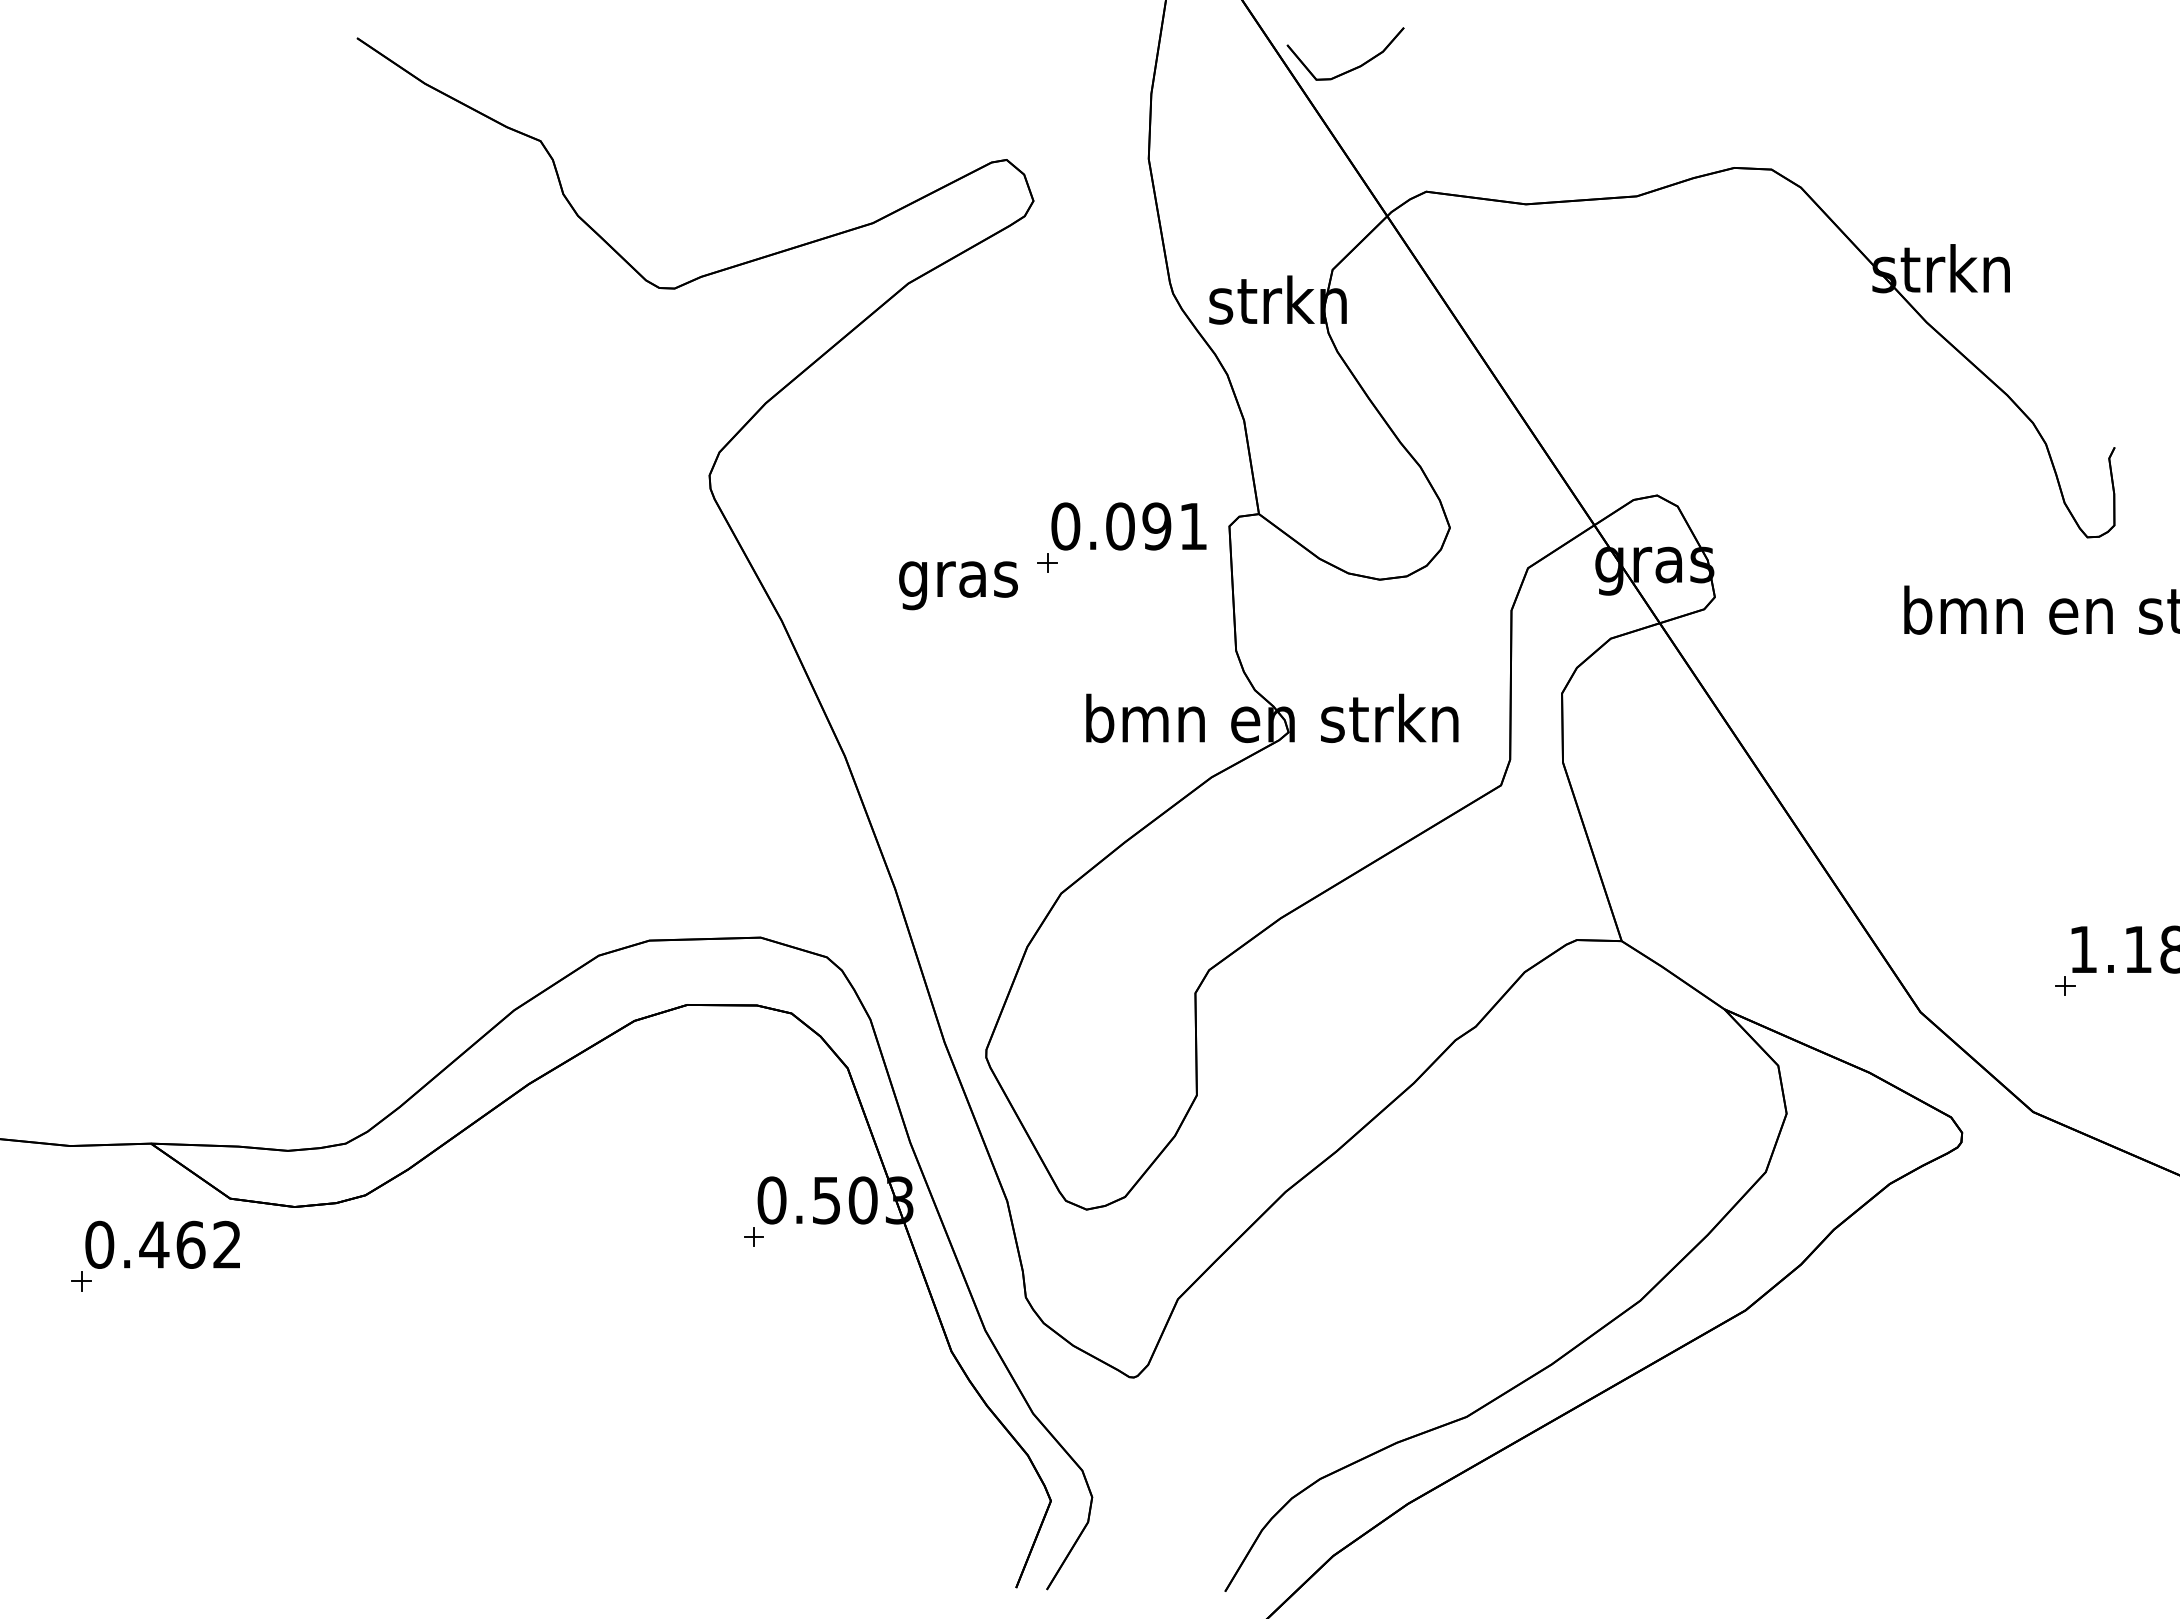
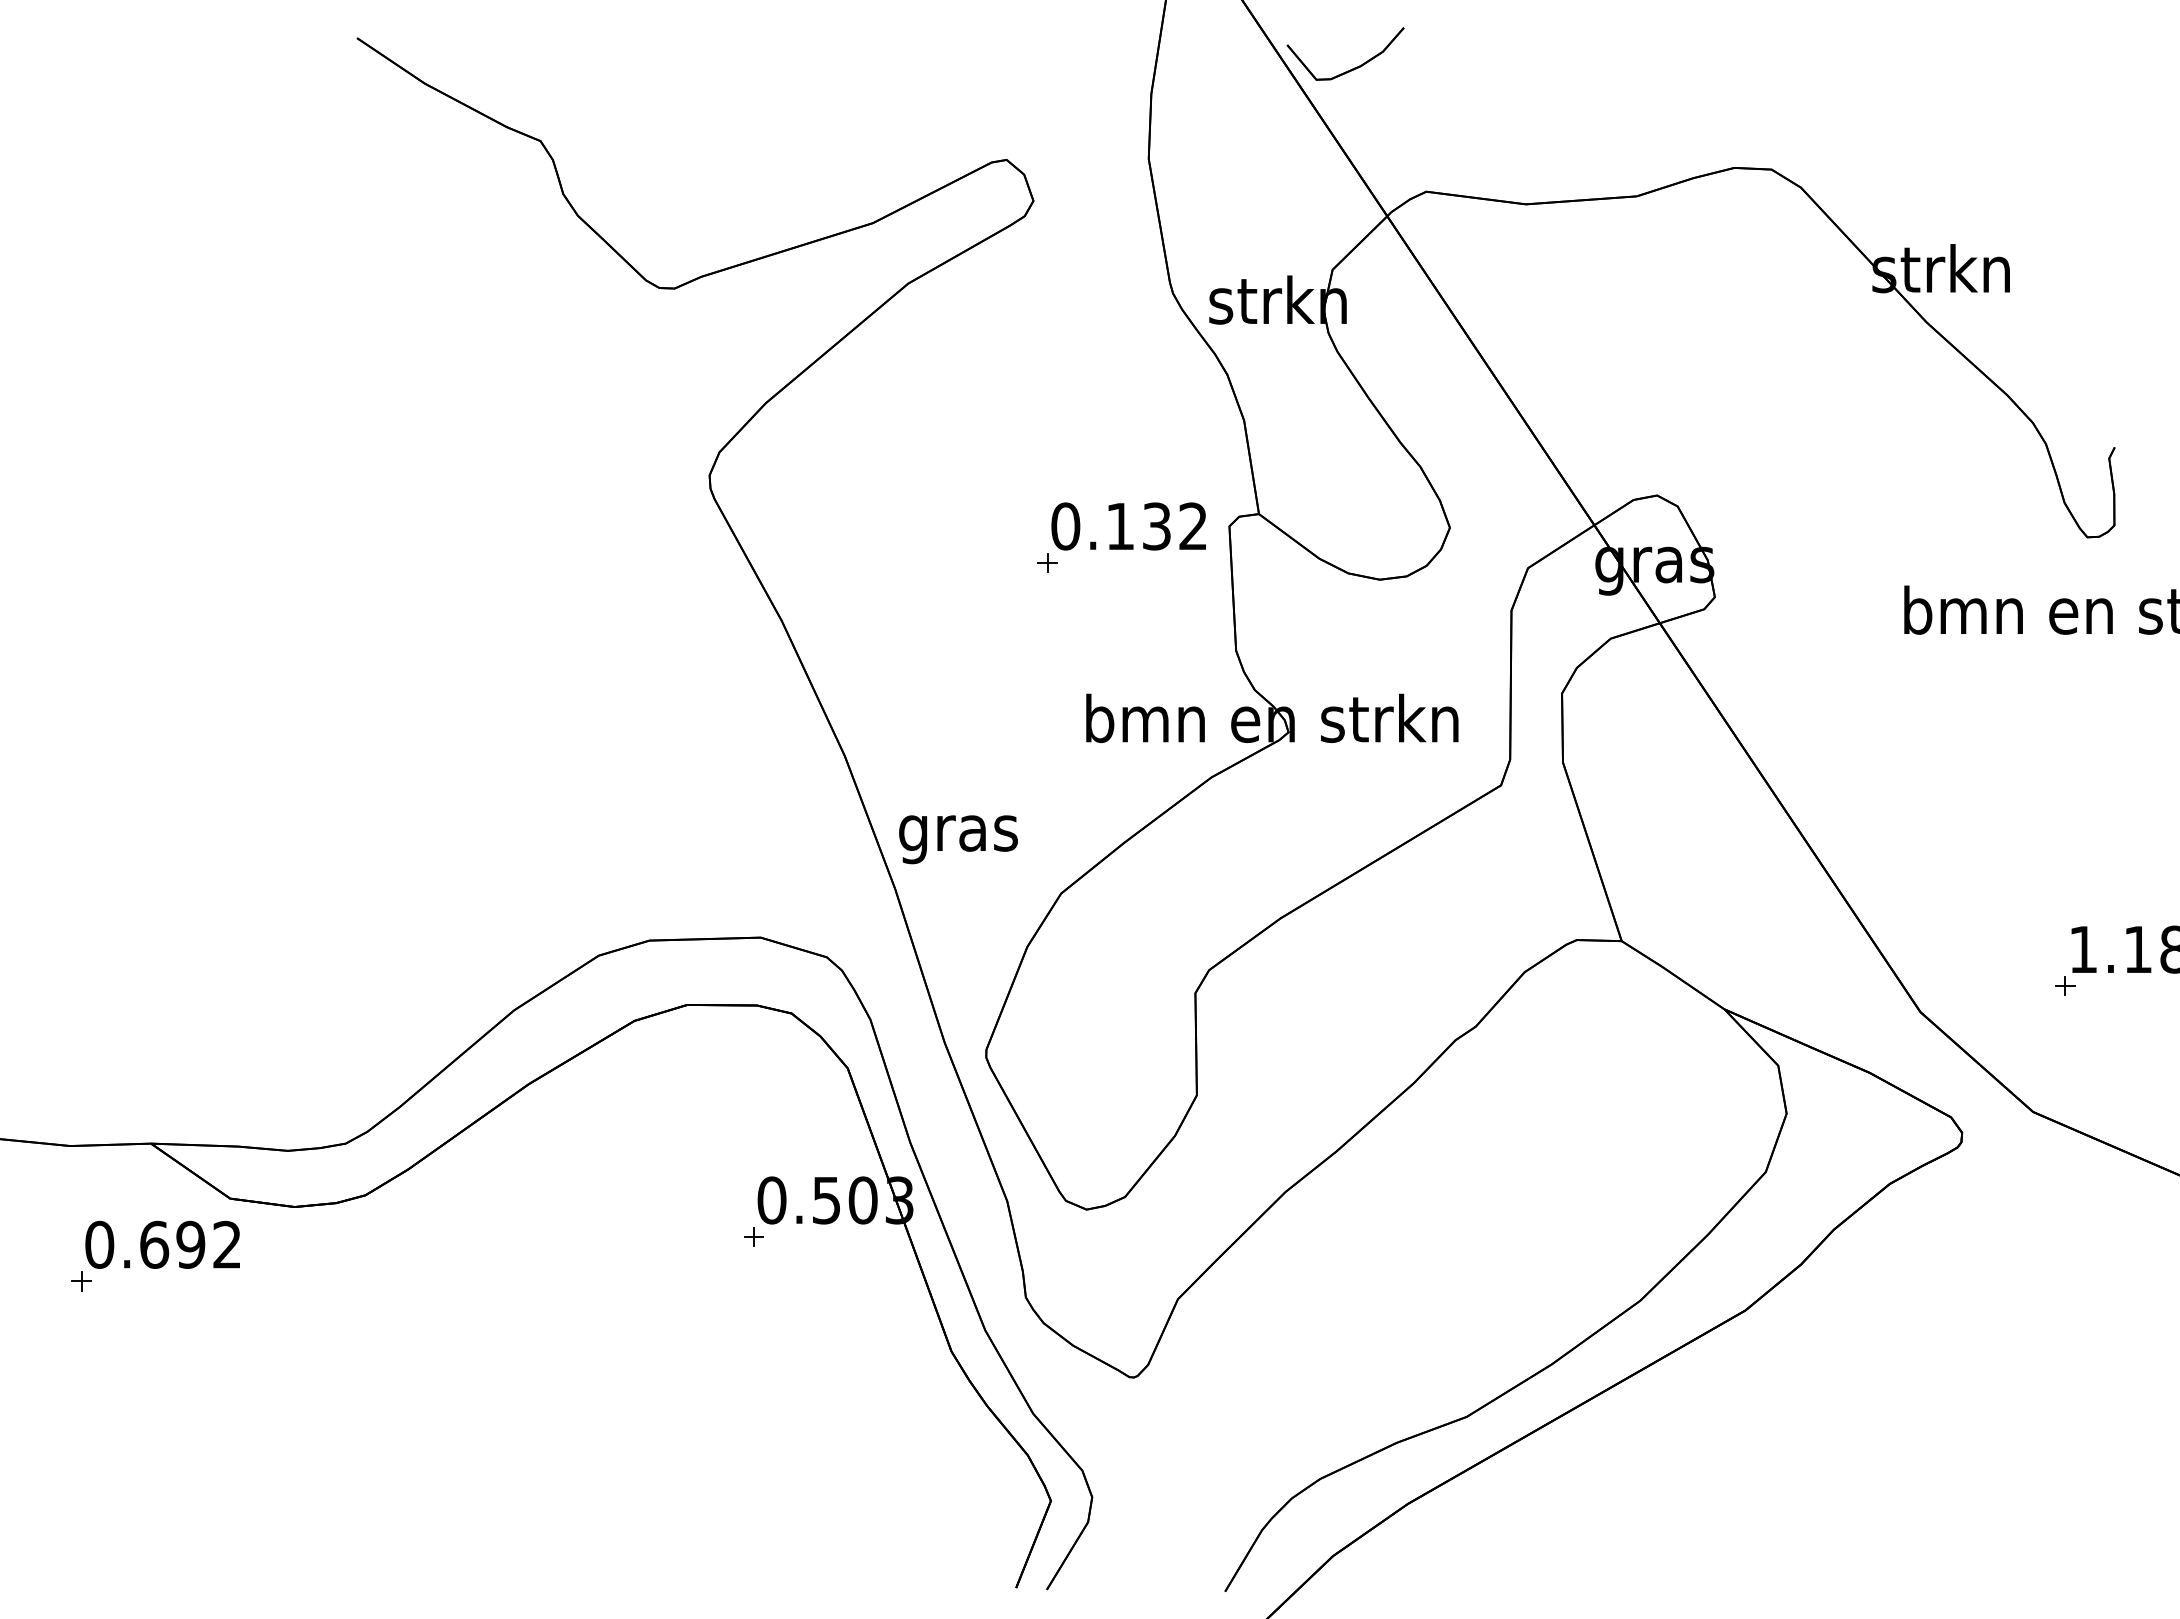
text at (1156, 526): 0.091 -> 0.132
text at (958, 585) position: (958, 585) -> (958, 839)
text at (172, 1244): 0.462 -> 0.692
